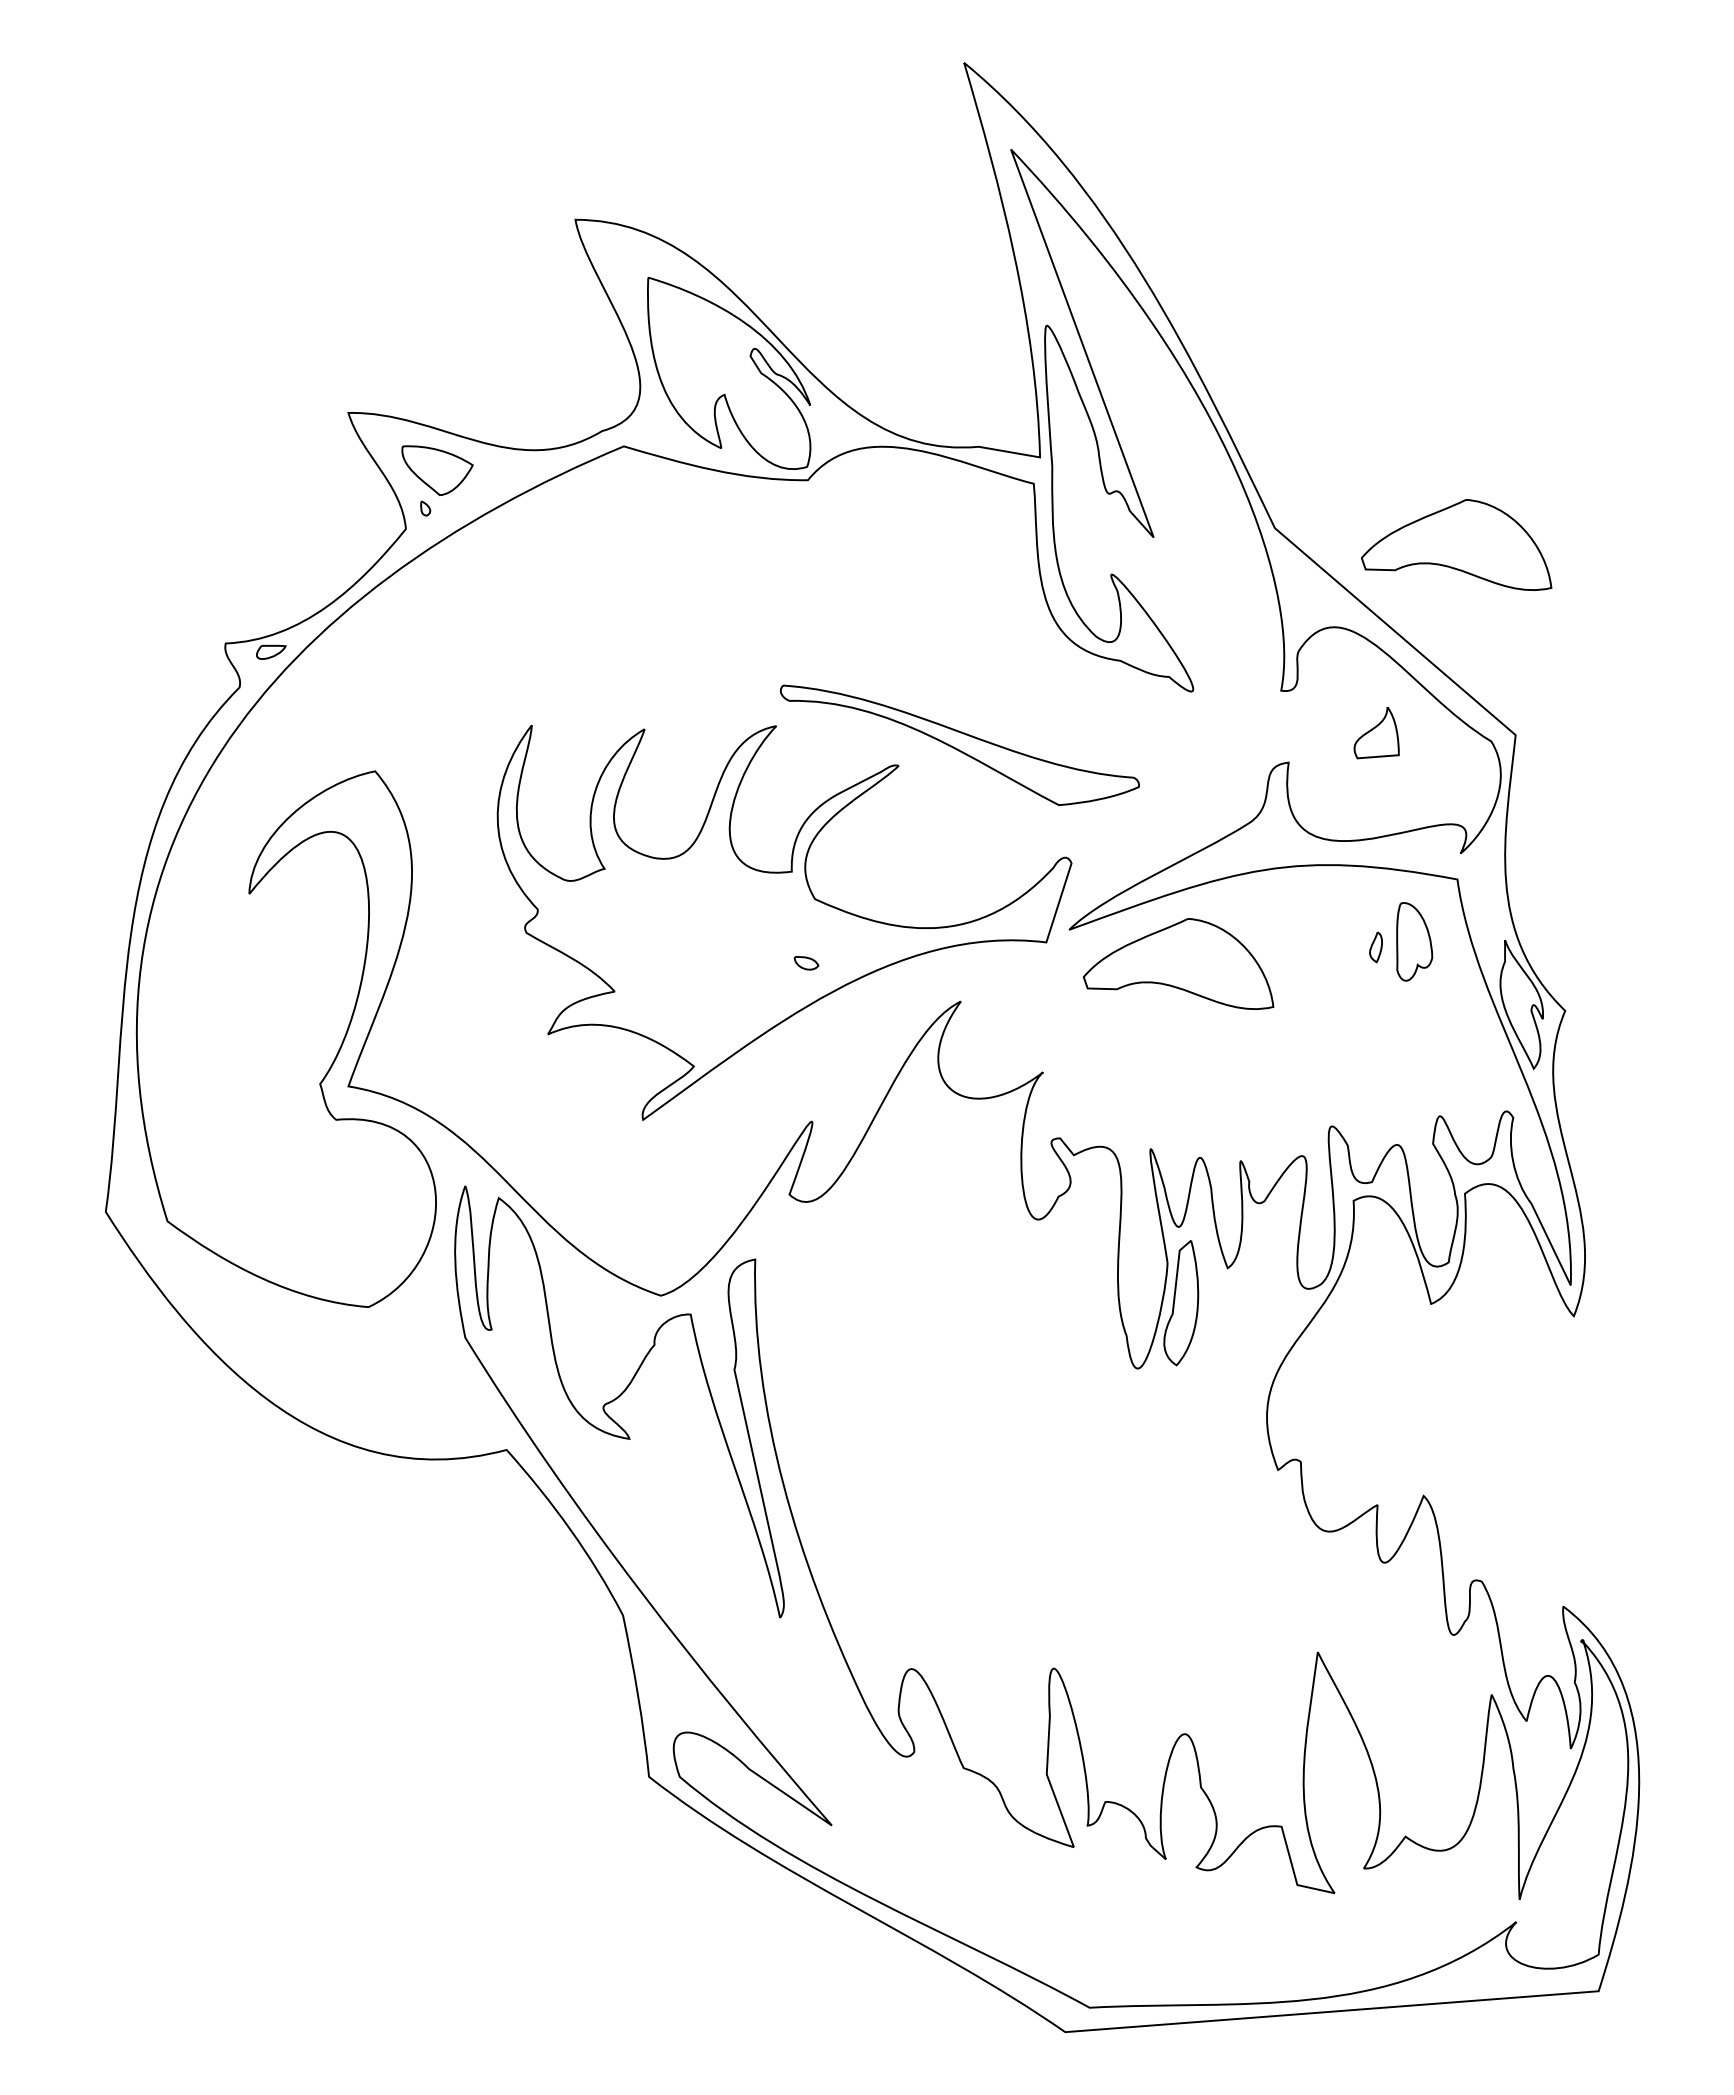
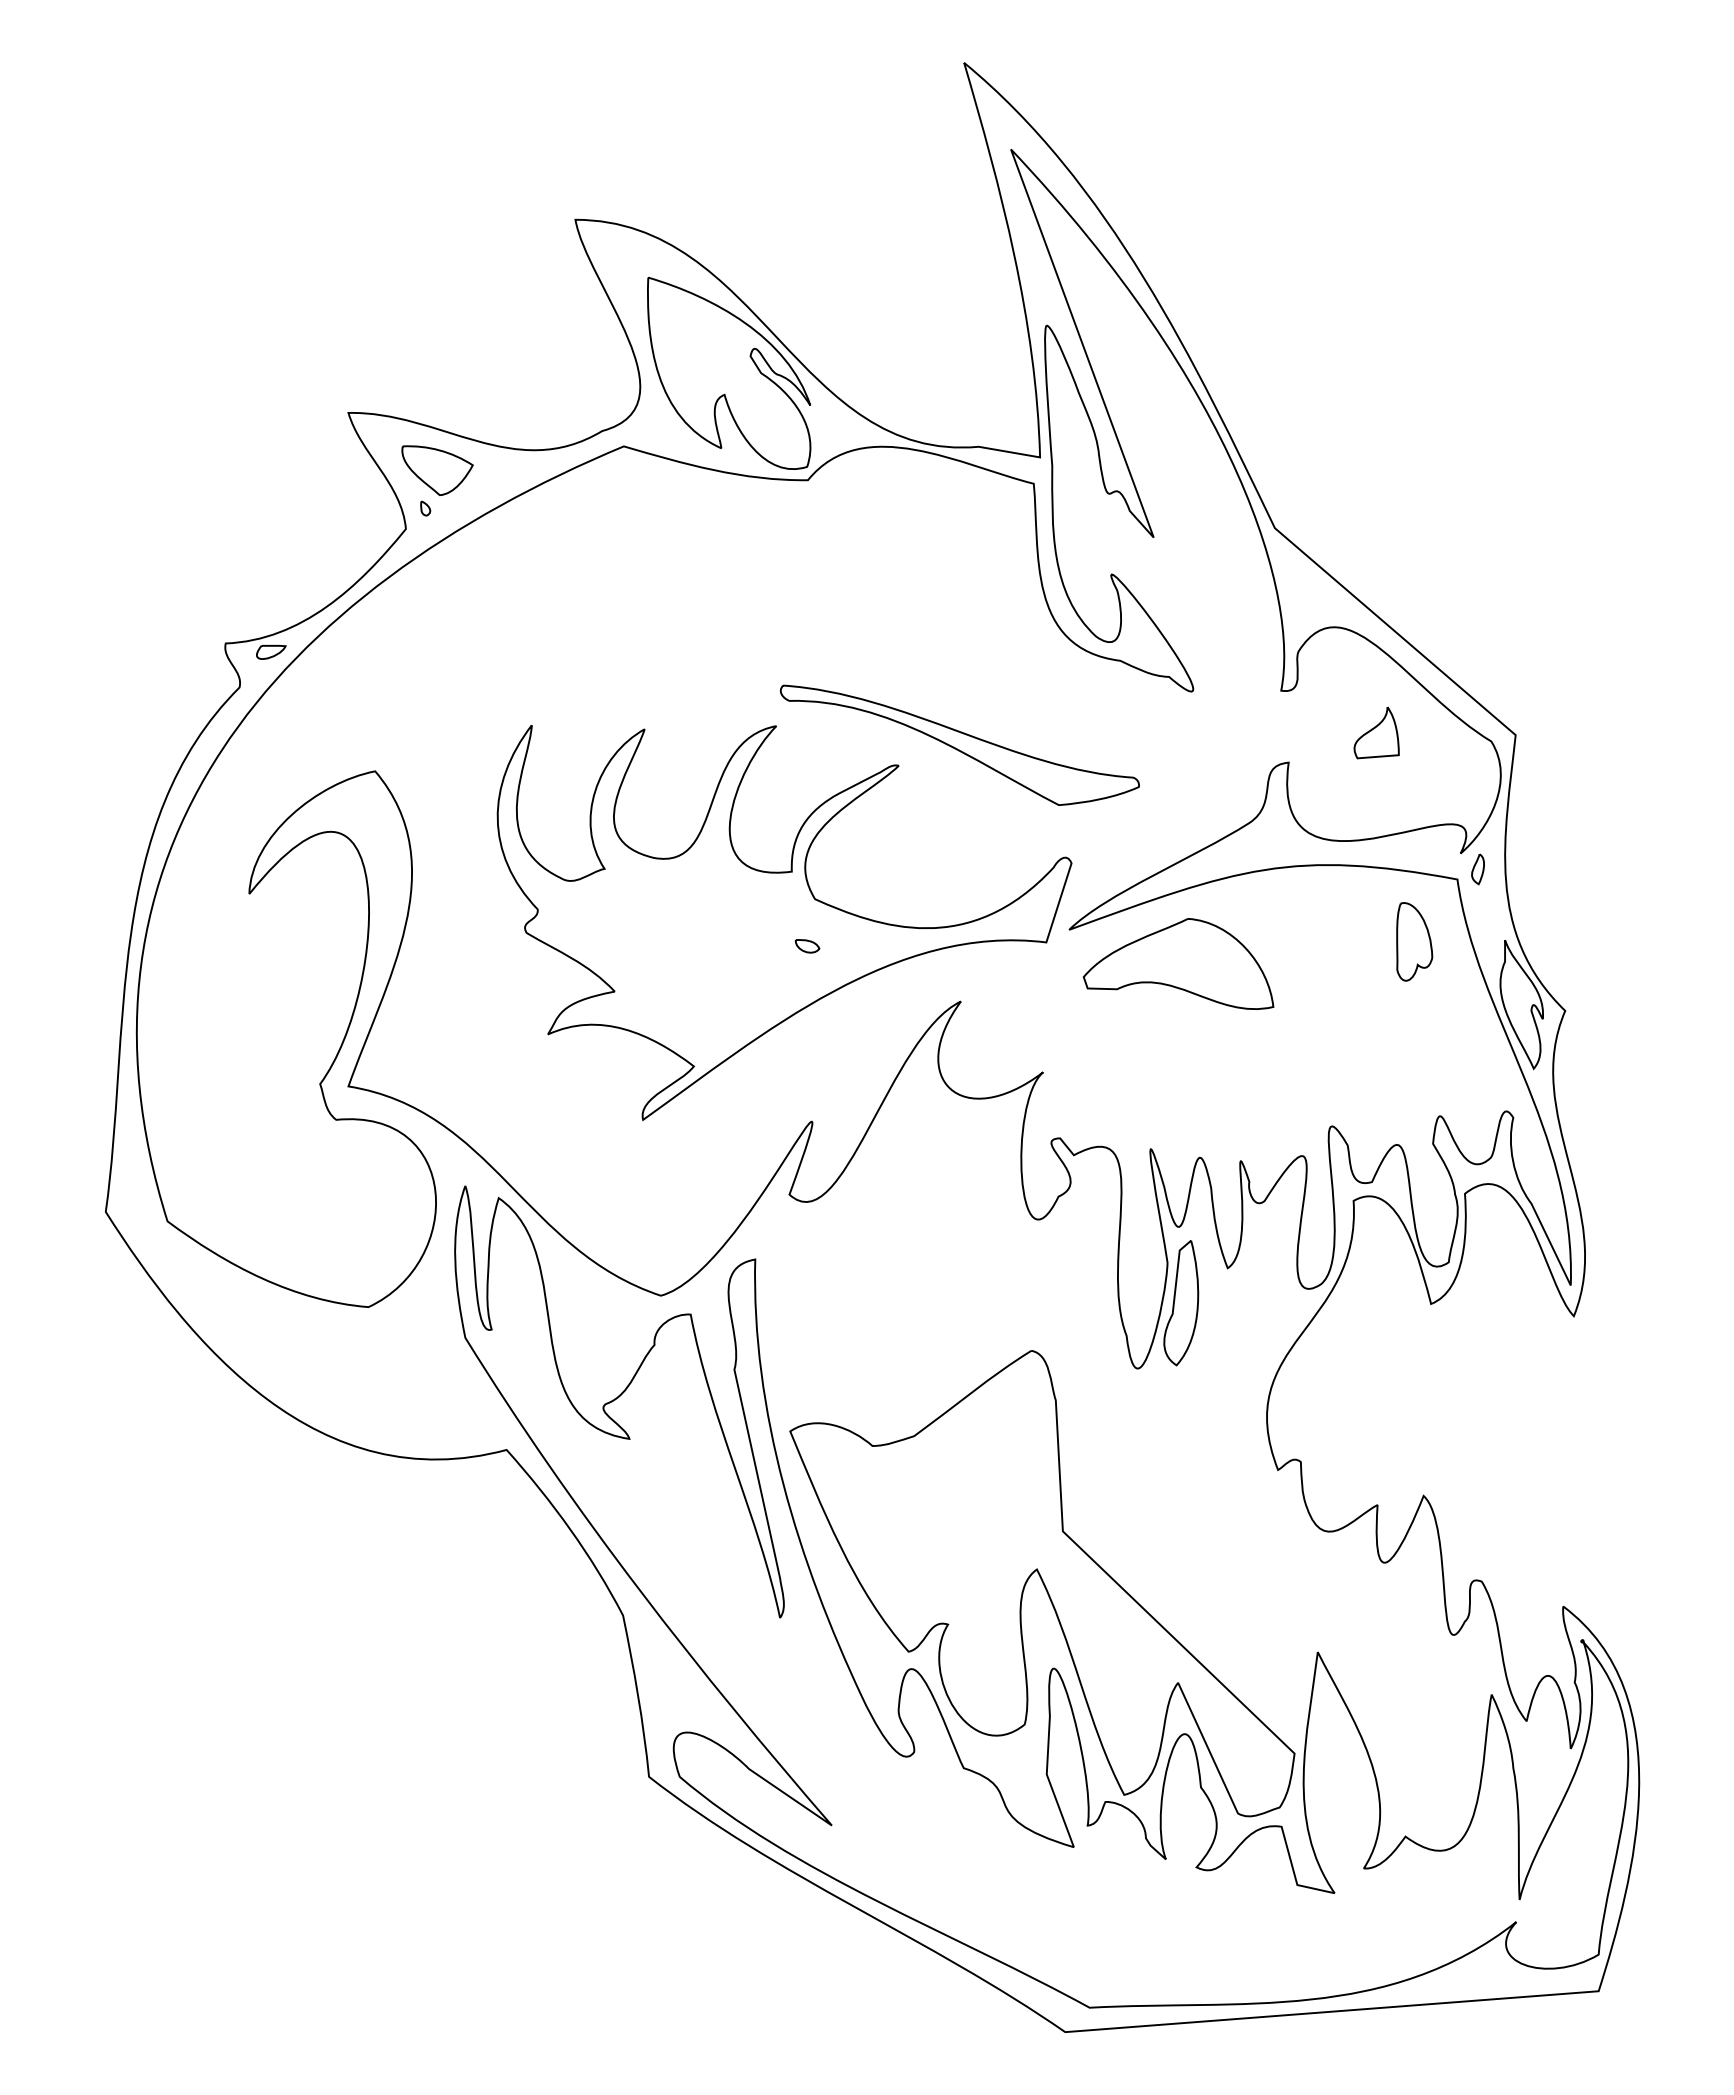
part at (1456, 544): present -> none
part at (1375, 947) position: (1375, 947) -> (1477, 869)
part at (806, 963) position: (806, 963) -> (807, 946)
part at (1042, 1583): none -> present
